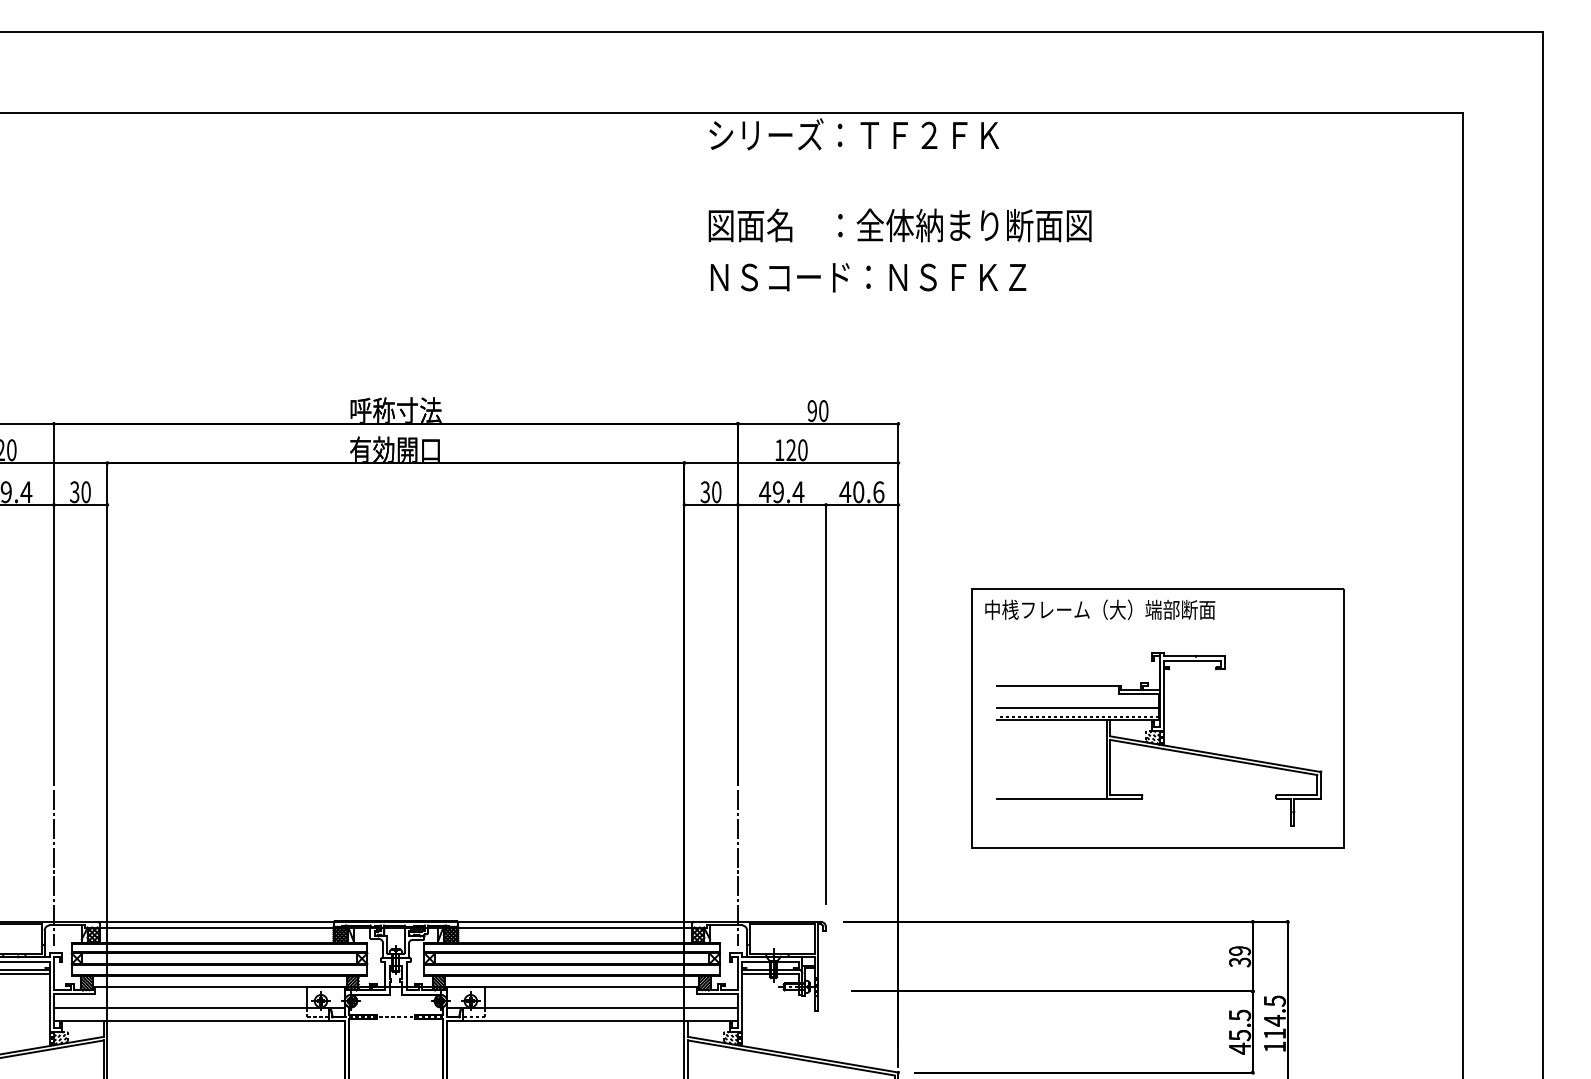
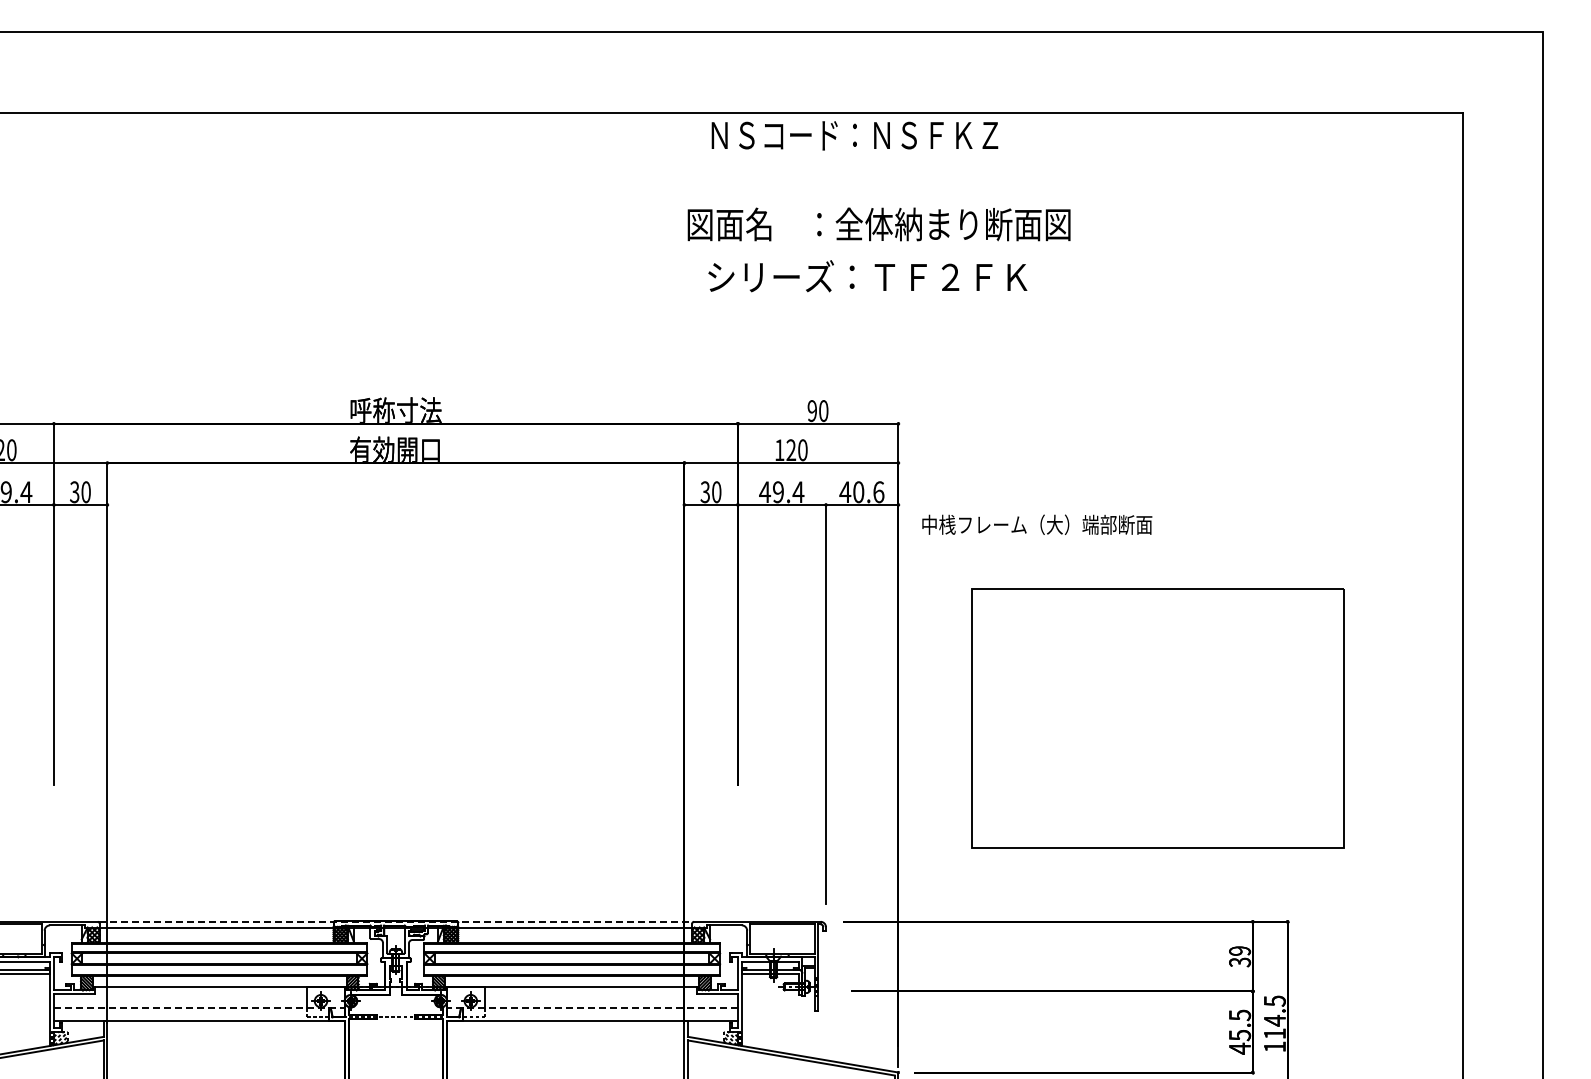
text at (854, 134): シリーズ：ＴＦ２ＦＫ -> ＮＳコード：ＮＳＦＫＺ
text at (899, 225) position: (899, 225) -> (878, 224)
text at (867, 276): ＮＳコード：ＮＳＦＫＺ -> シリーズ：ＴＦ２ＦＫ
text at (1100, 609) position: (1100, 609) -> (1037, 524)
part at (1159, 739): present -> none
line at (53, 867): present -> none
line at (737, 867): present -> none
line at (396, 921): solid -> dashed
line at (199, 1008): solid -> dashed
line at (592, 1008): solid -> dashed
